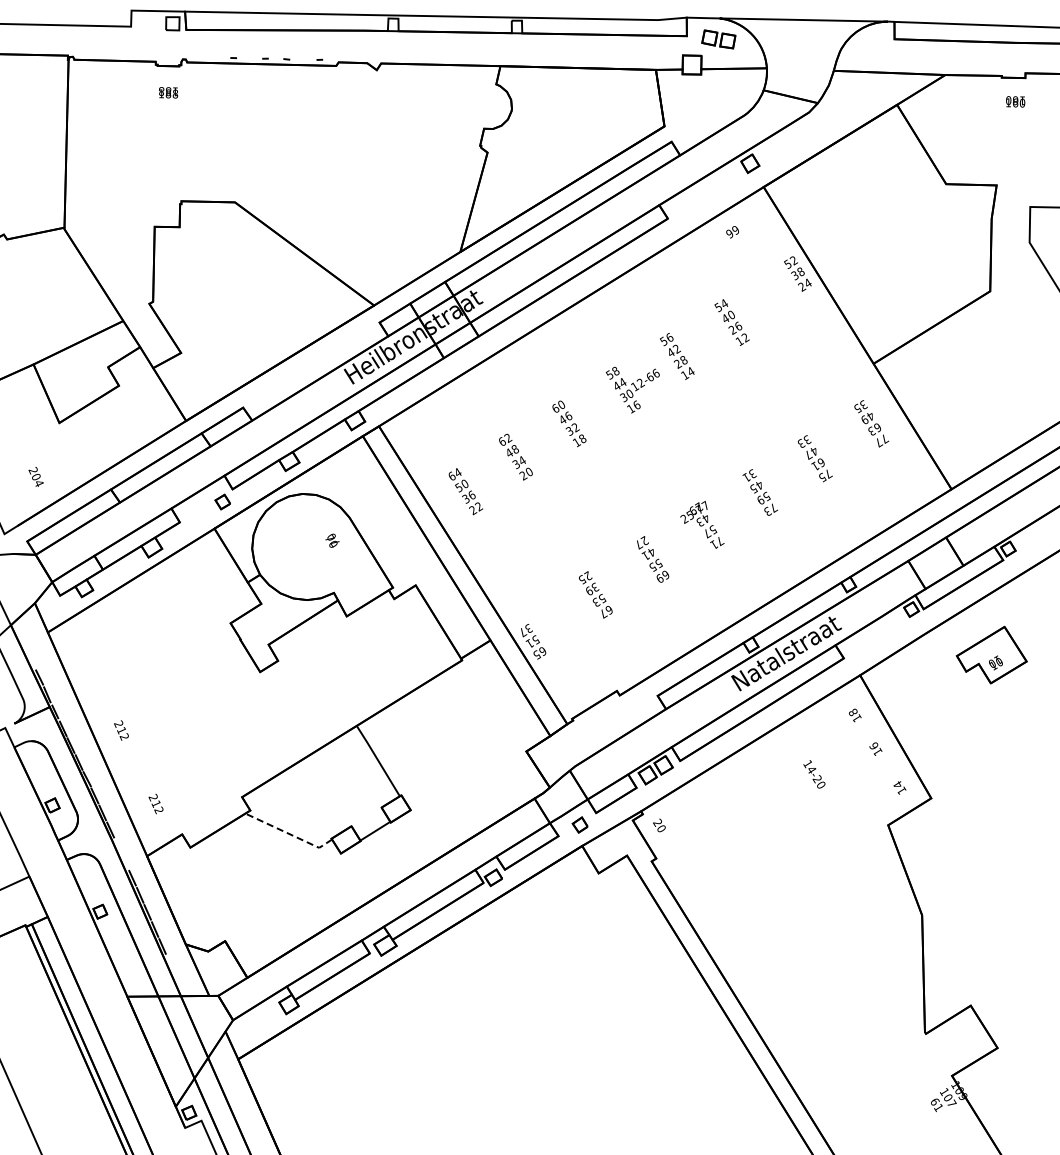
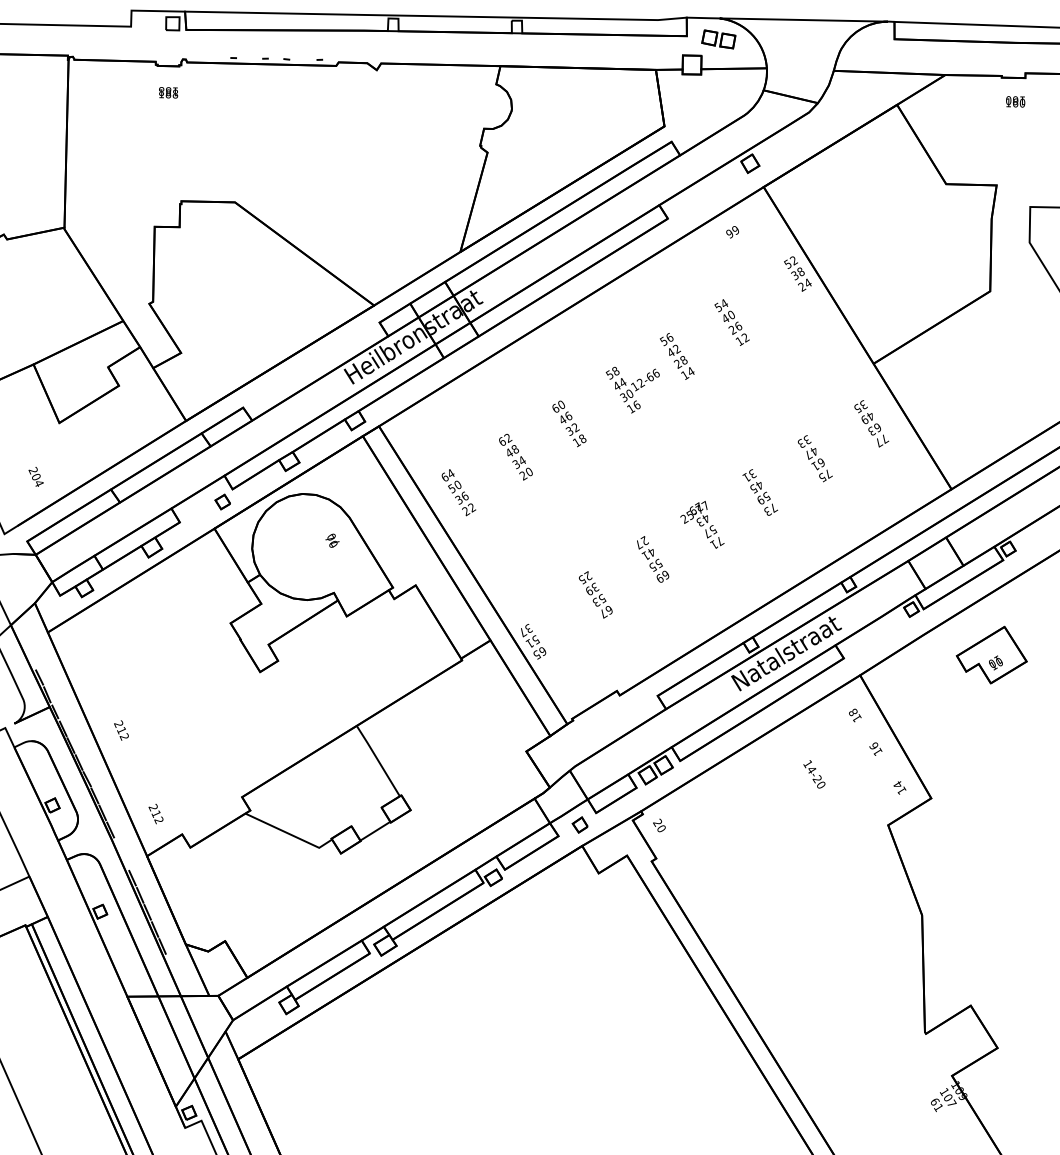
text at (465, 491) position: (465, 491) -> (458, 492)
text at (155, 804) position: (155, 804) -> (155, 814)
line at (289, 834): dashed -> solid
